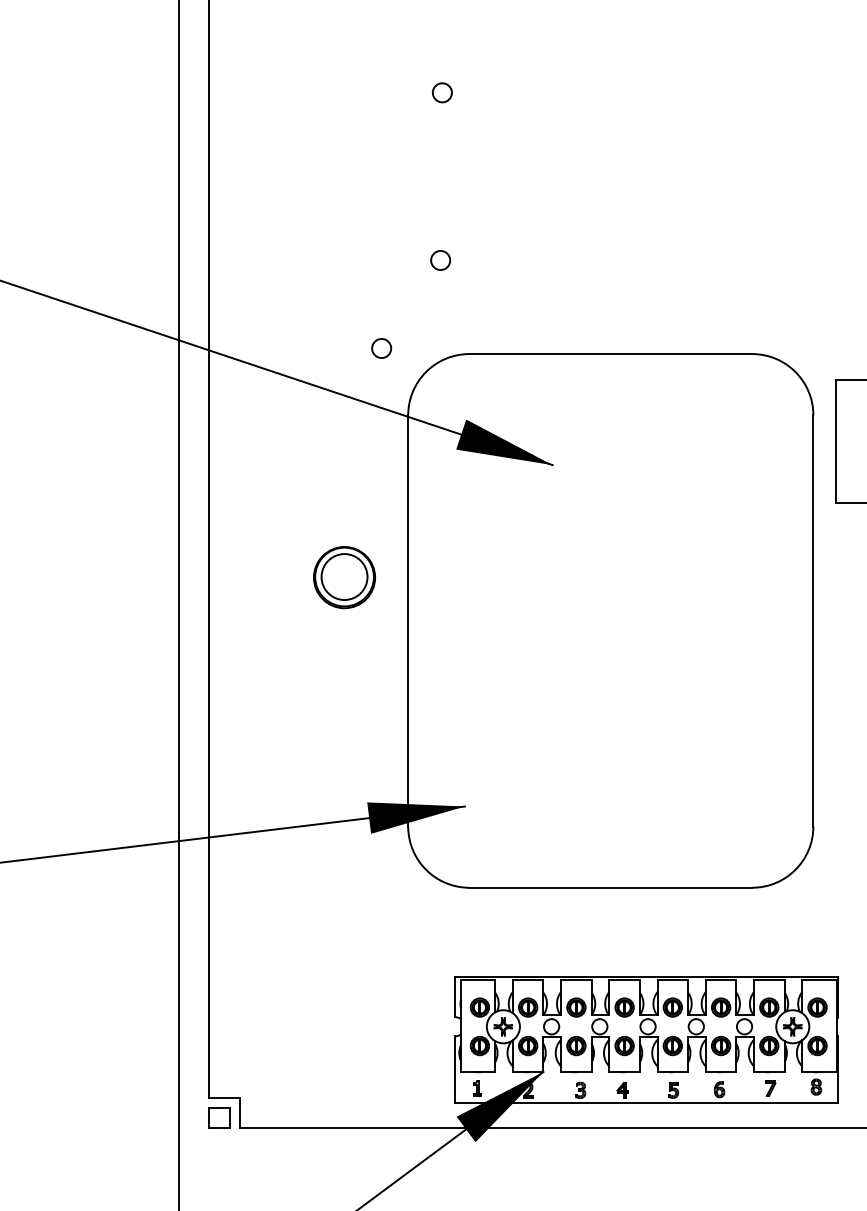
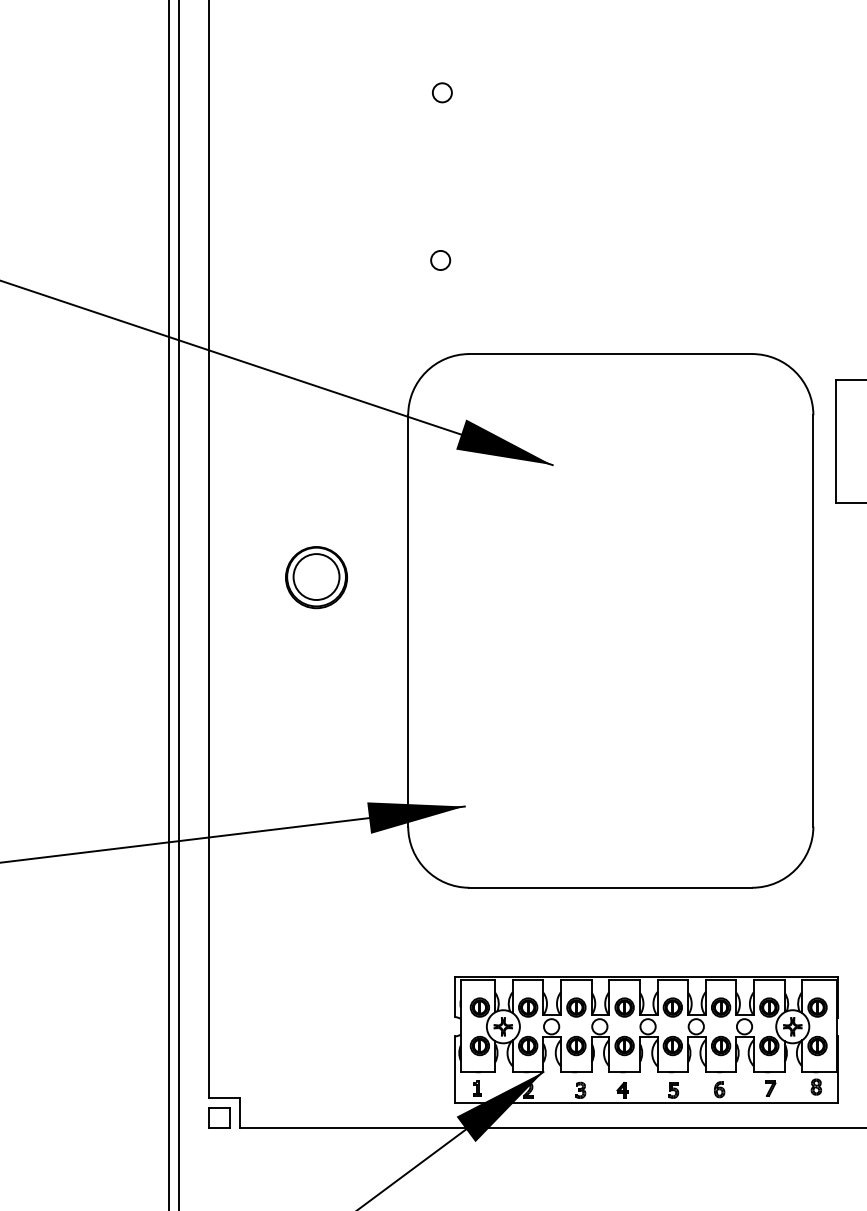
circle at (381, 348): present -> none
part at (344, 577) position: (344, 577) -> (316, 577)
line at (169, 604): none -> present
